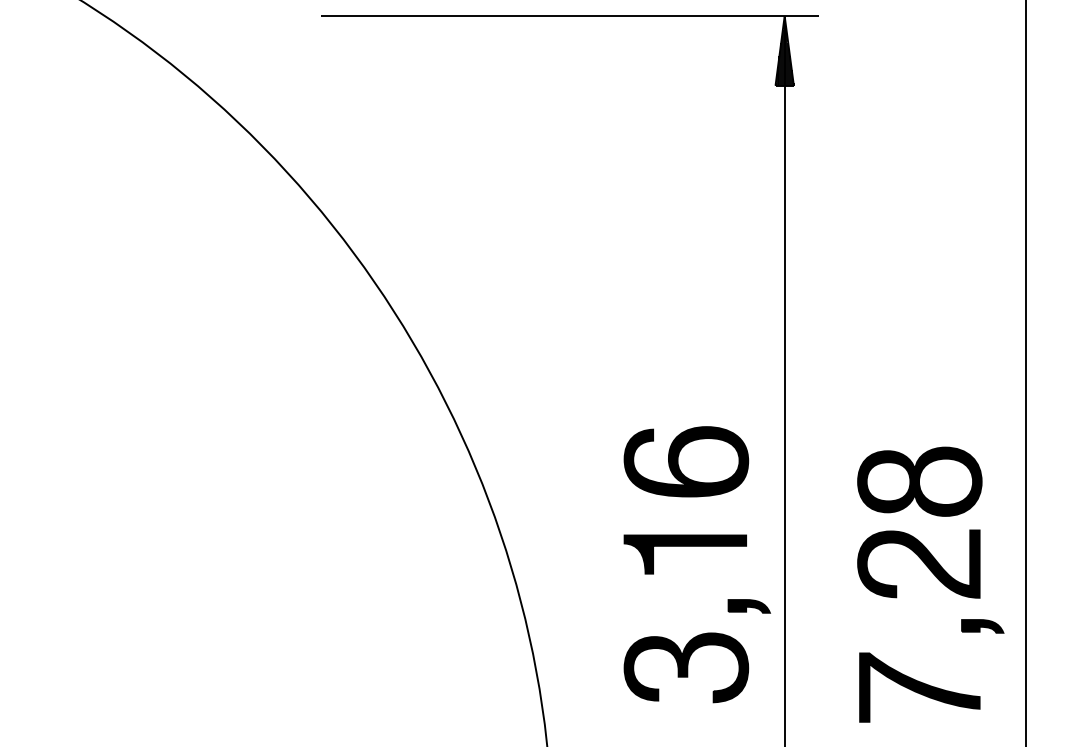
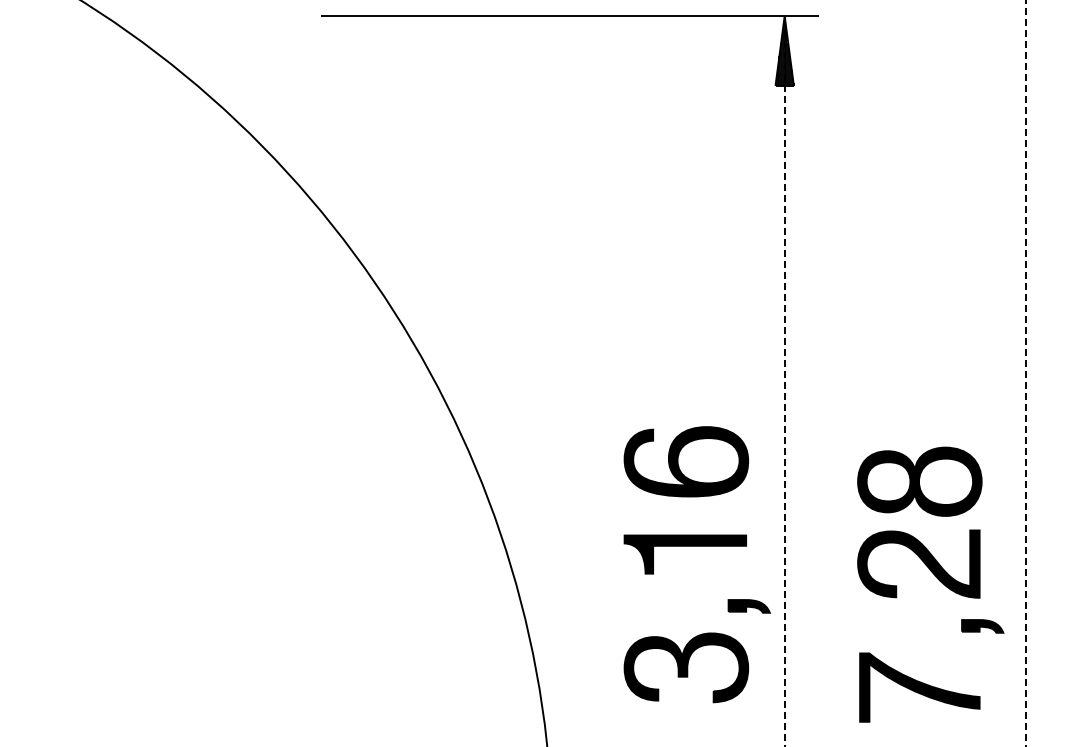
line at (1025, 373): solid -> dashed
line at (784, 381): solid -> dashed
